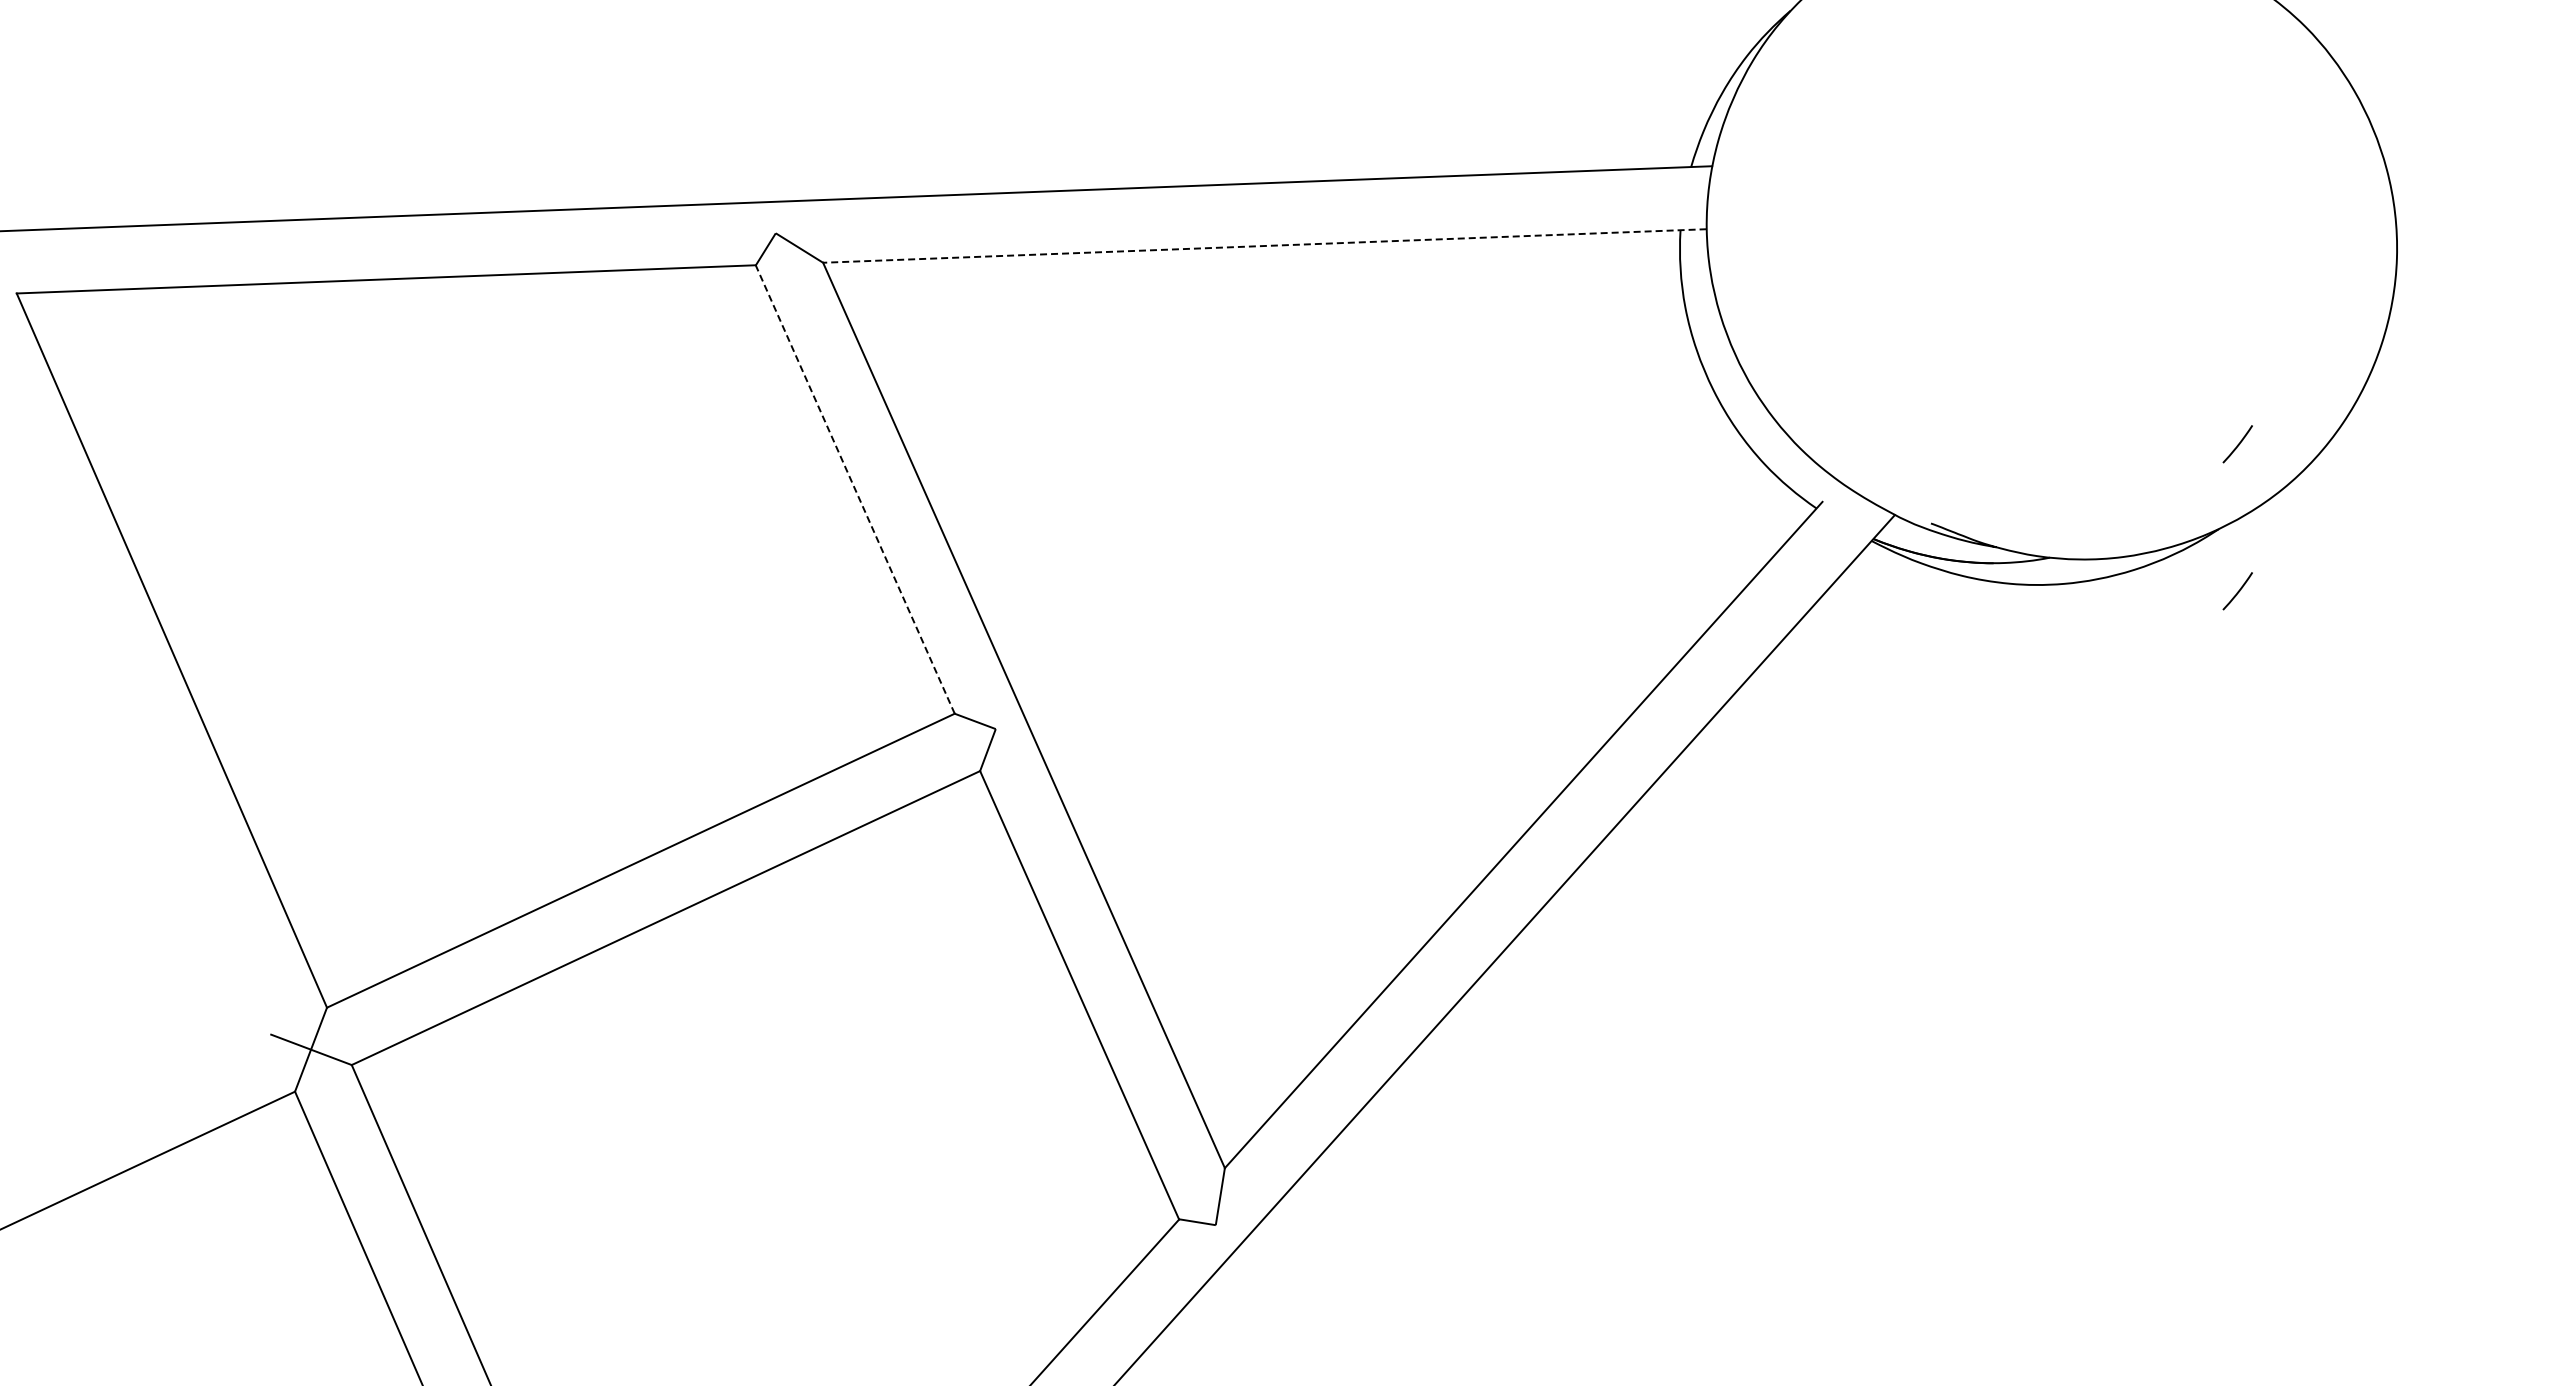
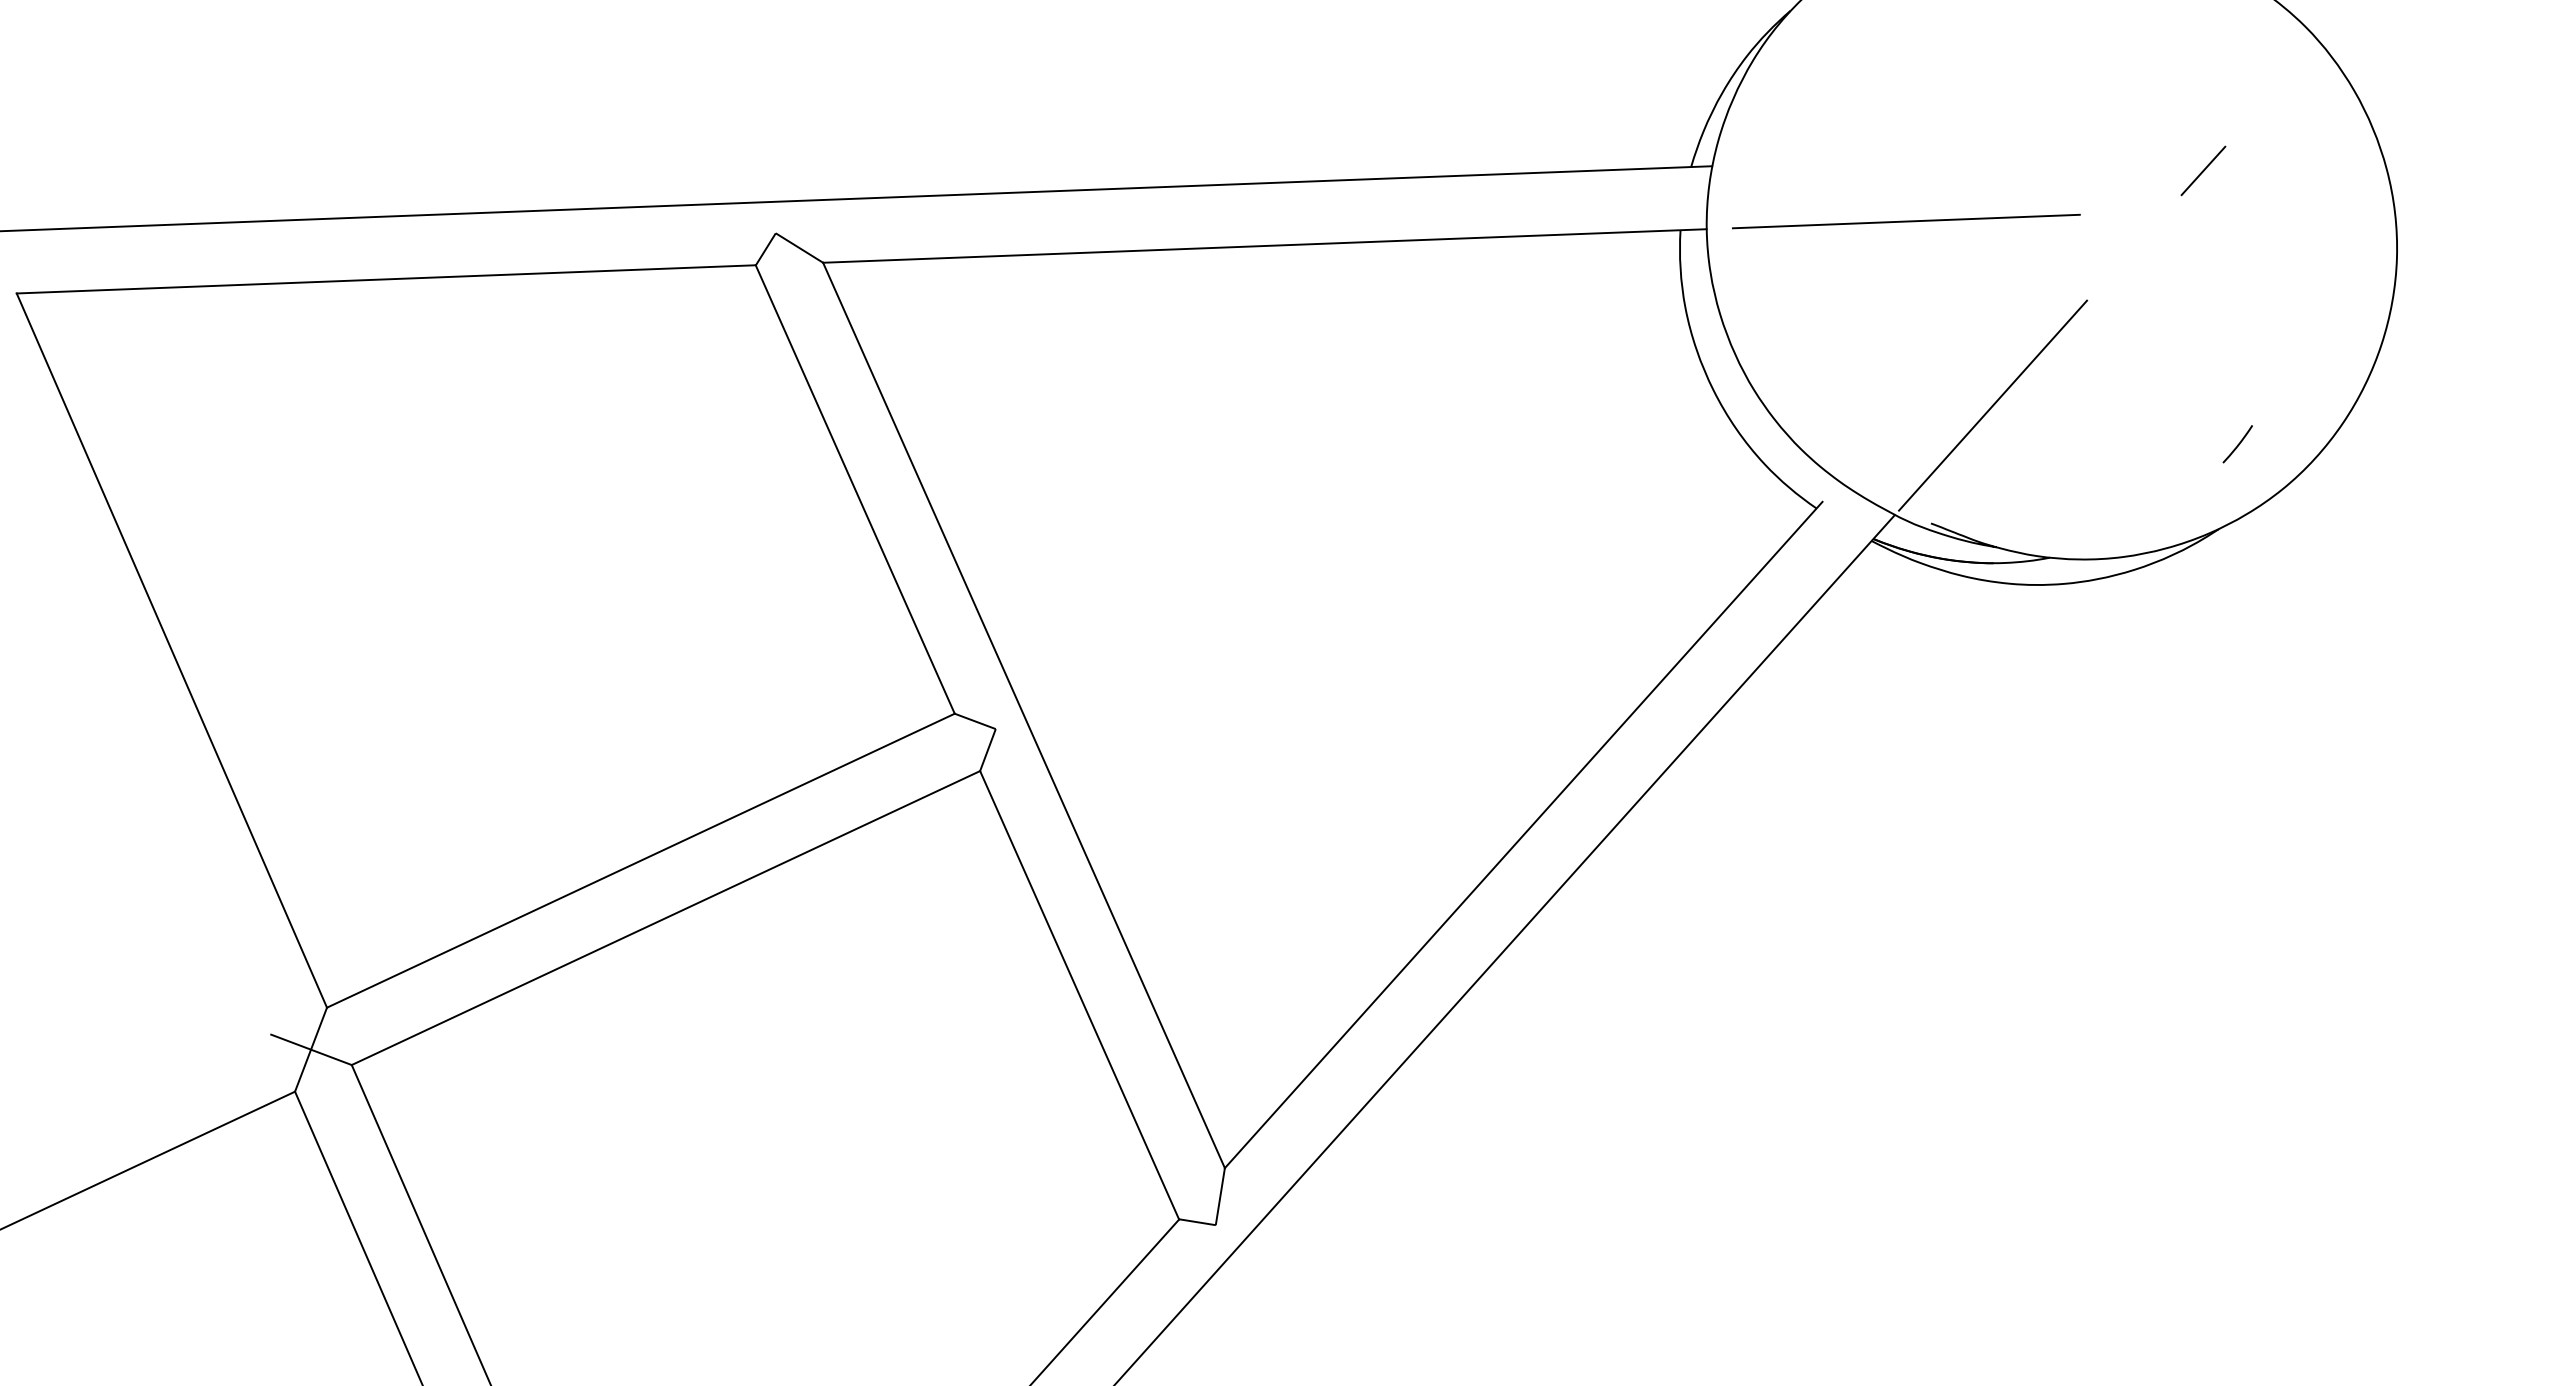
line at (2203, 170): none -> present
line at (1906, 221): none -> present
line at (1264, 246): dashed -> solid
line at (1992, 405): none -> present
line at (855, 489): dashed -> solid
line at (2237, 591): present -> none
